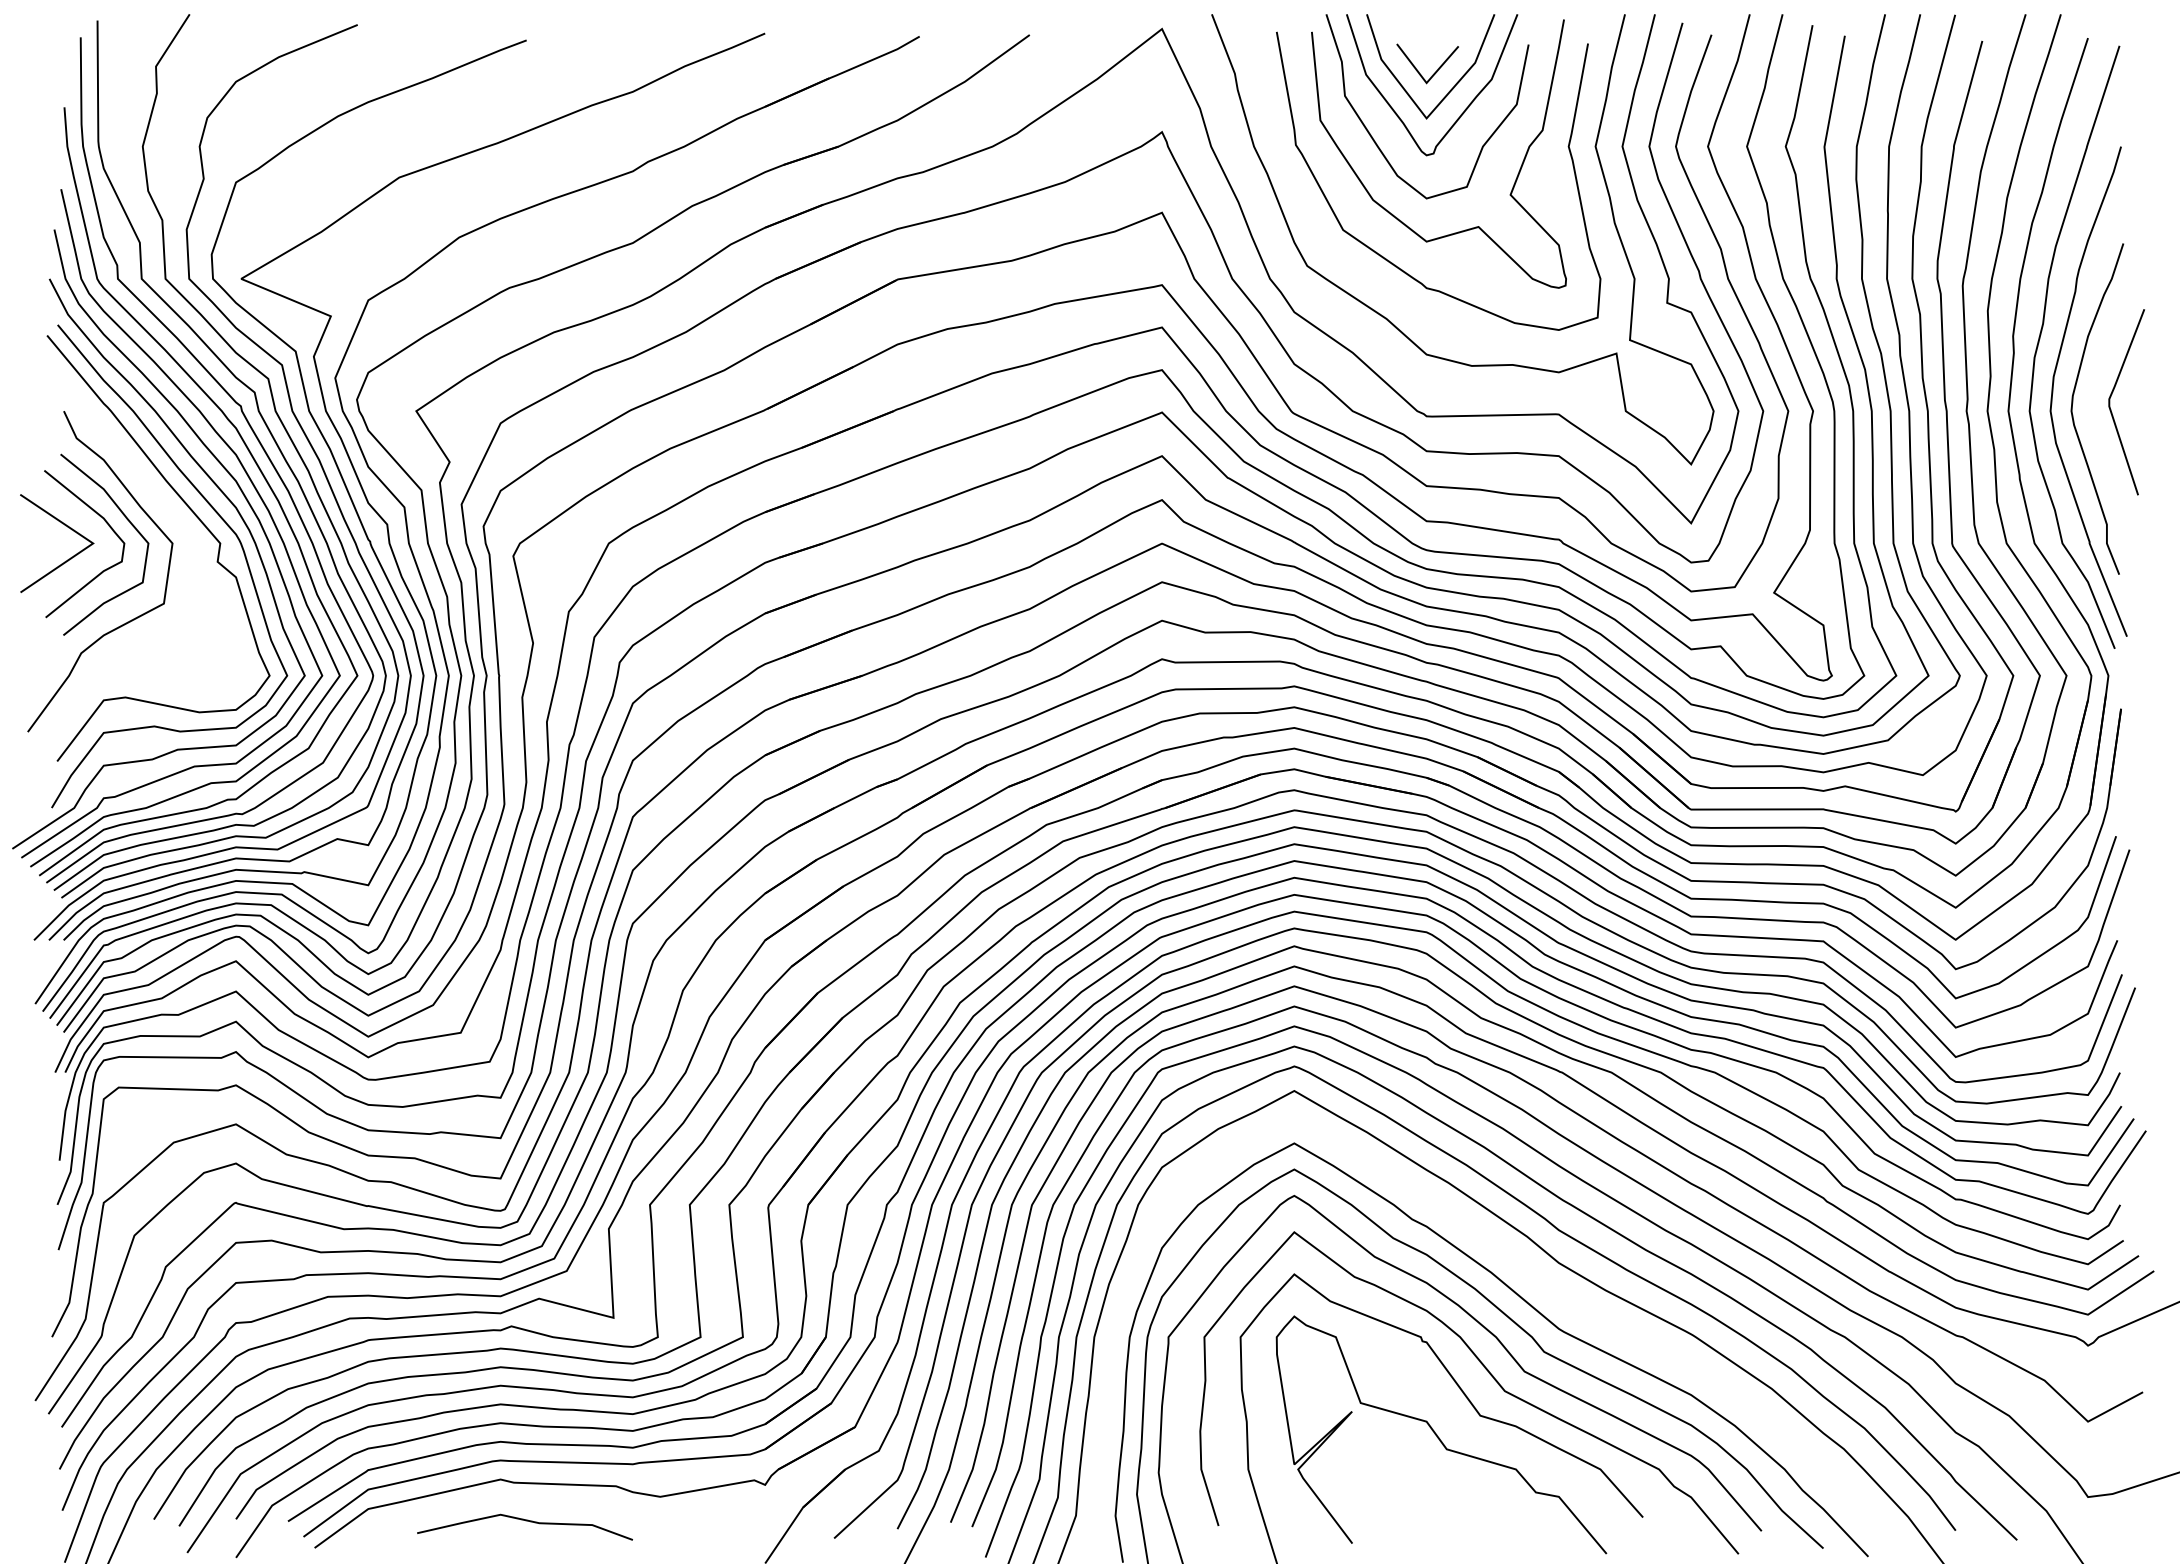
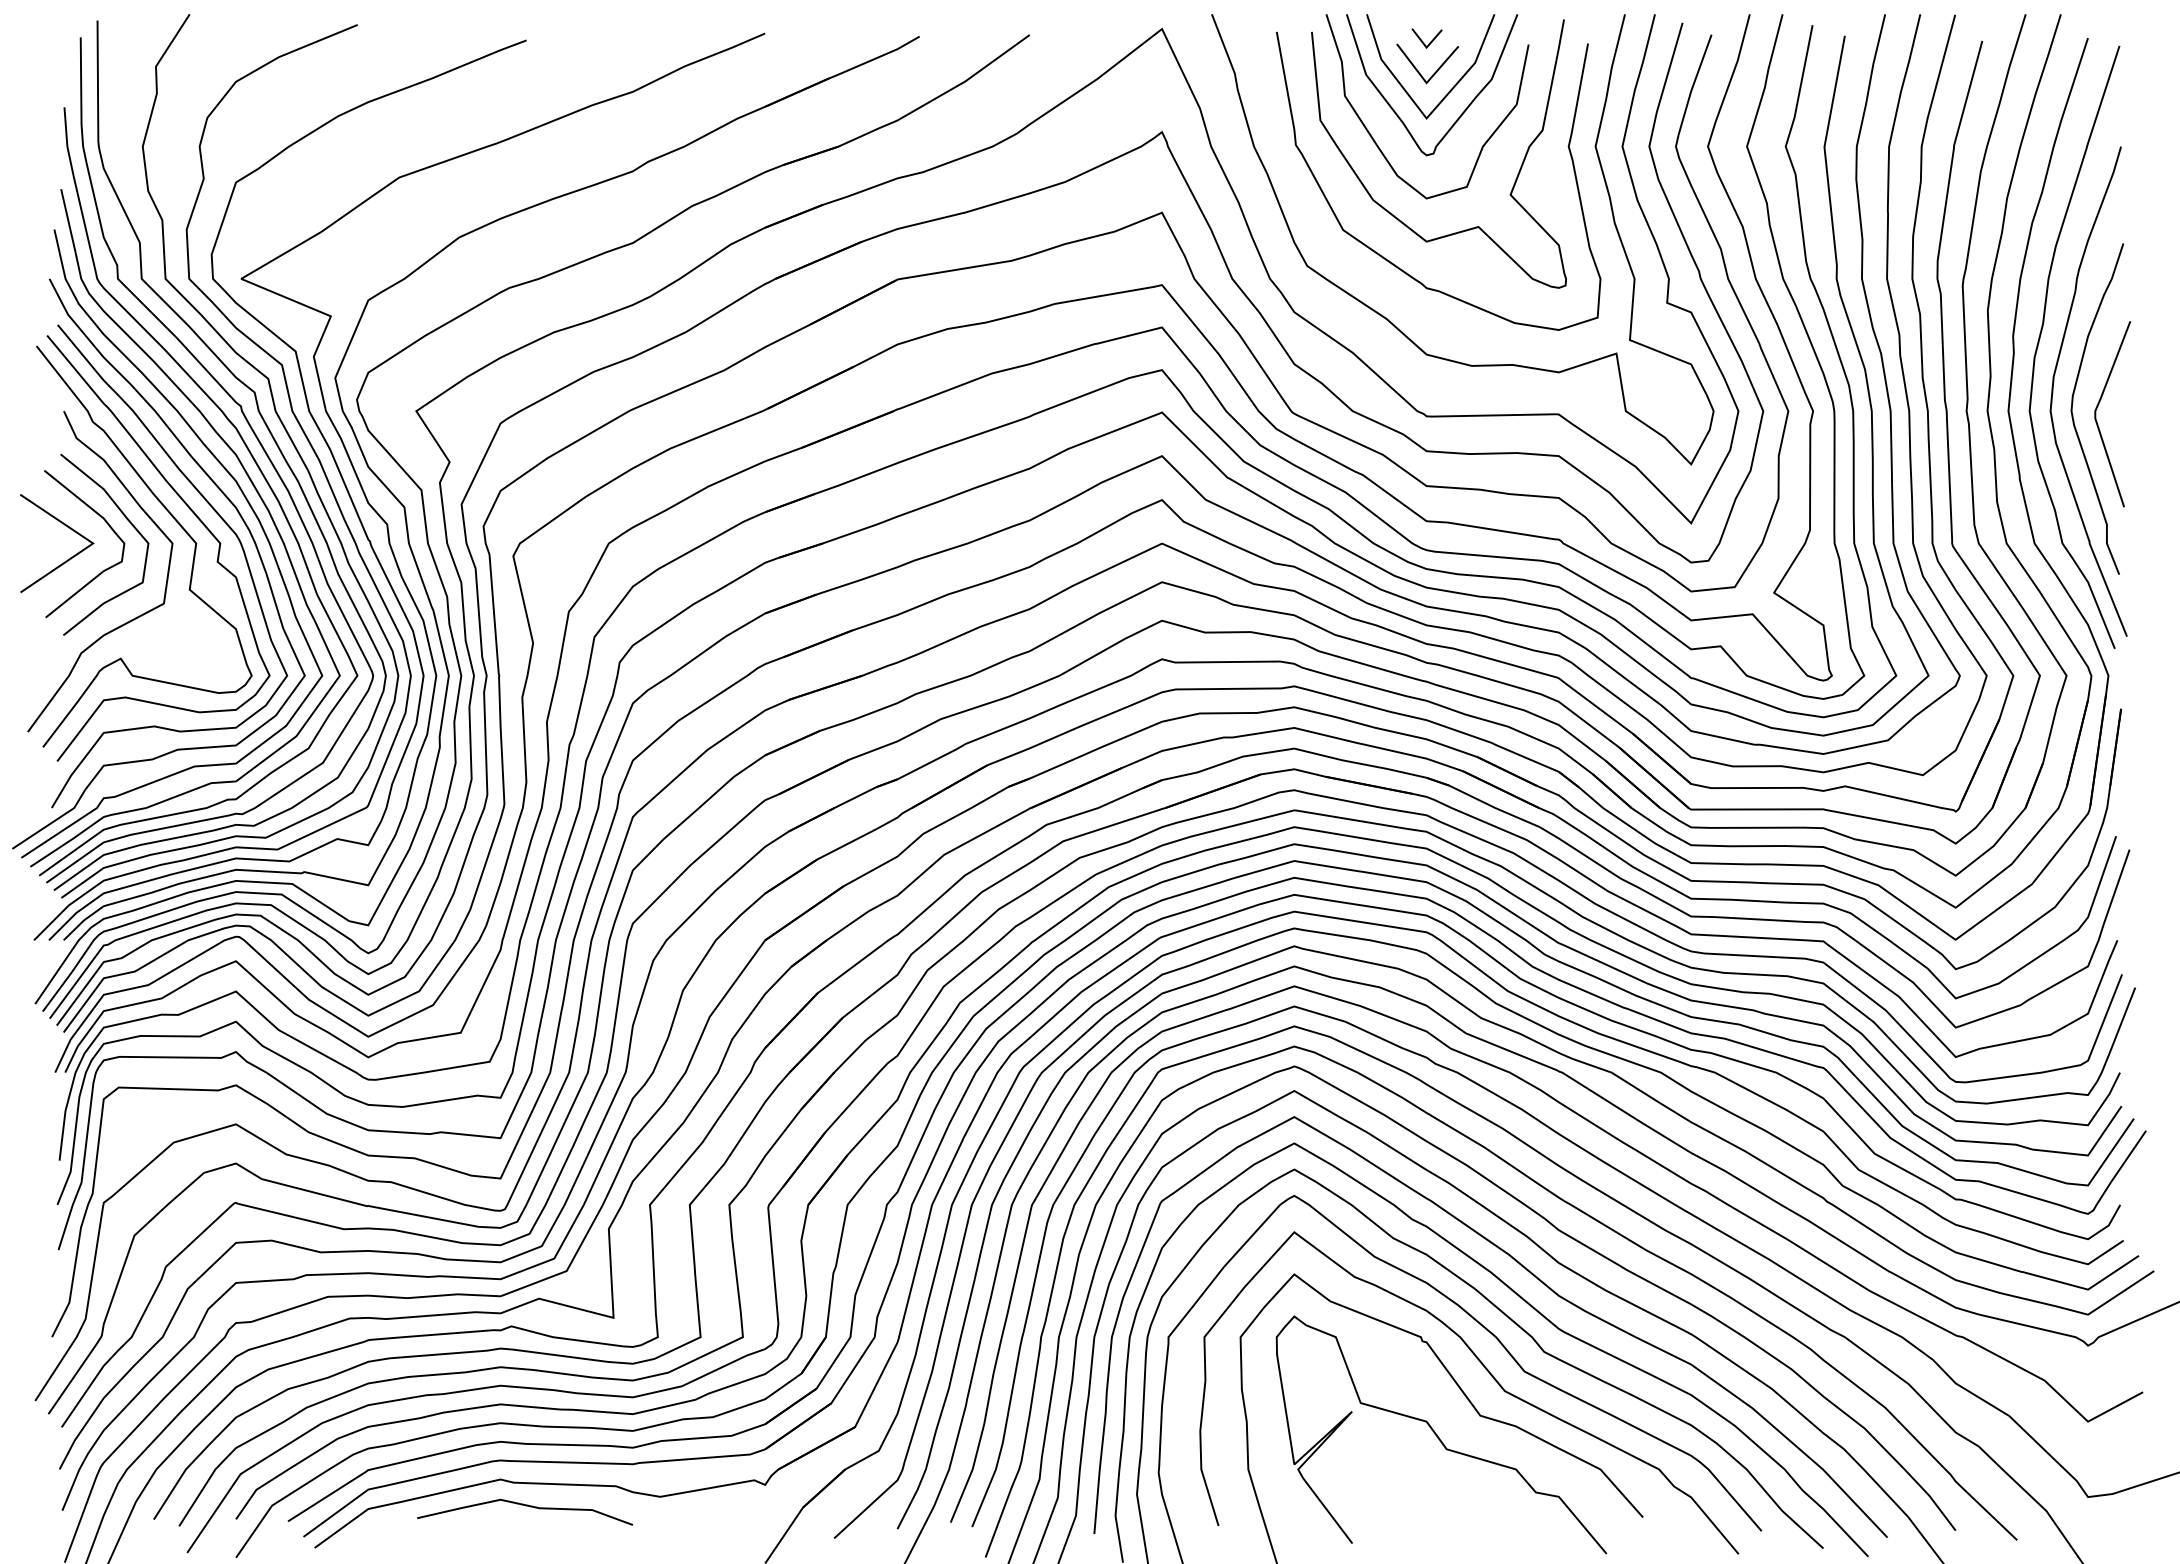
line at (1423, 41): none -> present
line at (2110, 402) position: (2110, 402) -> (2096, 414)
curve at (176, 522): none -> present
curve at (1533, 1276): none -> present
curve at (525, 1521) position: (525, 1521) -> (525, 1506)
